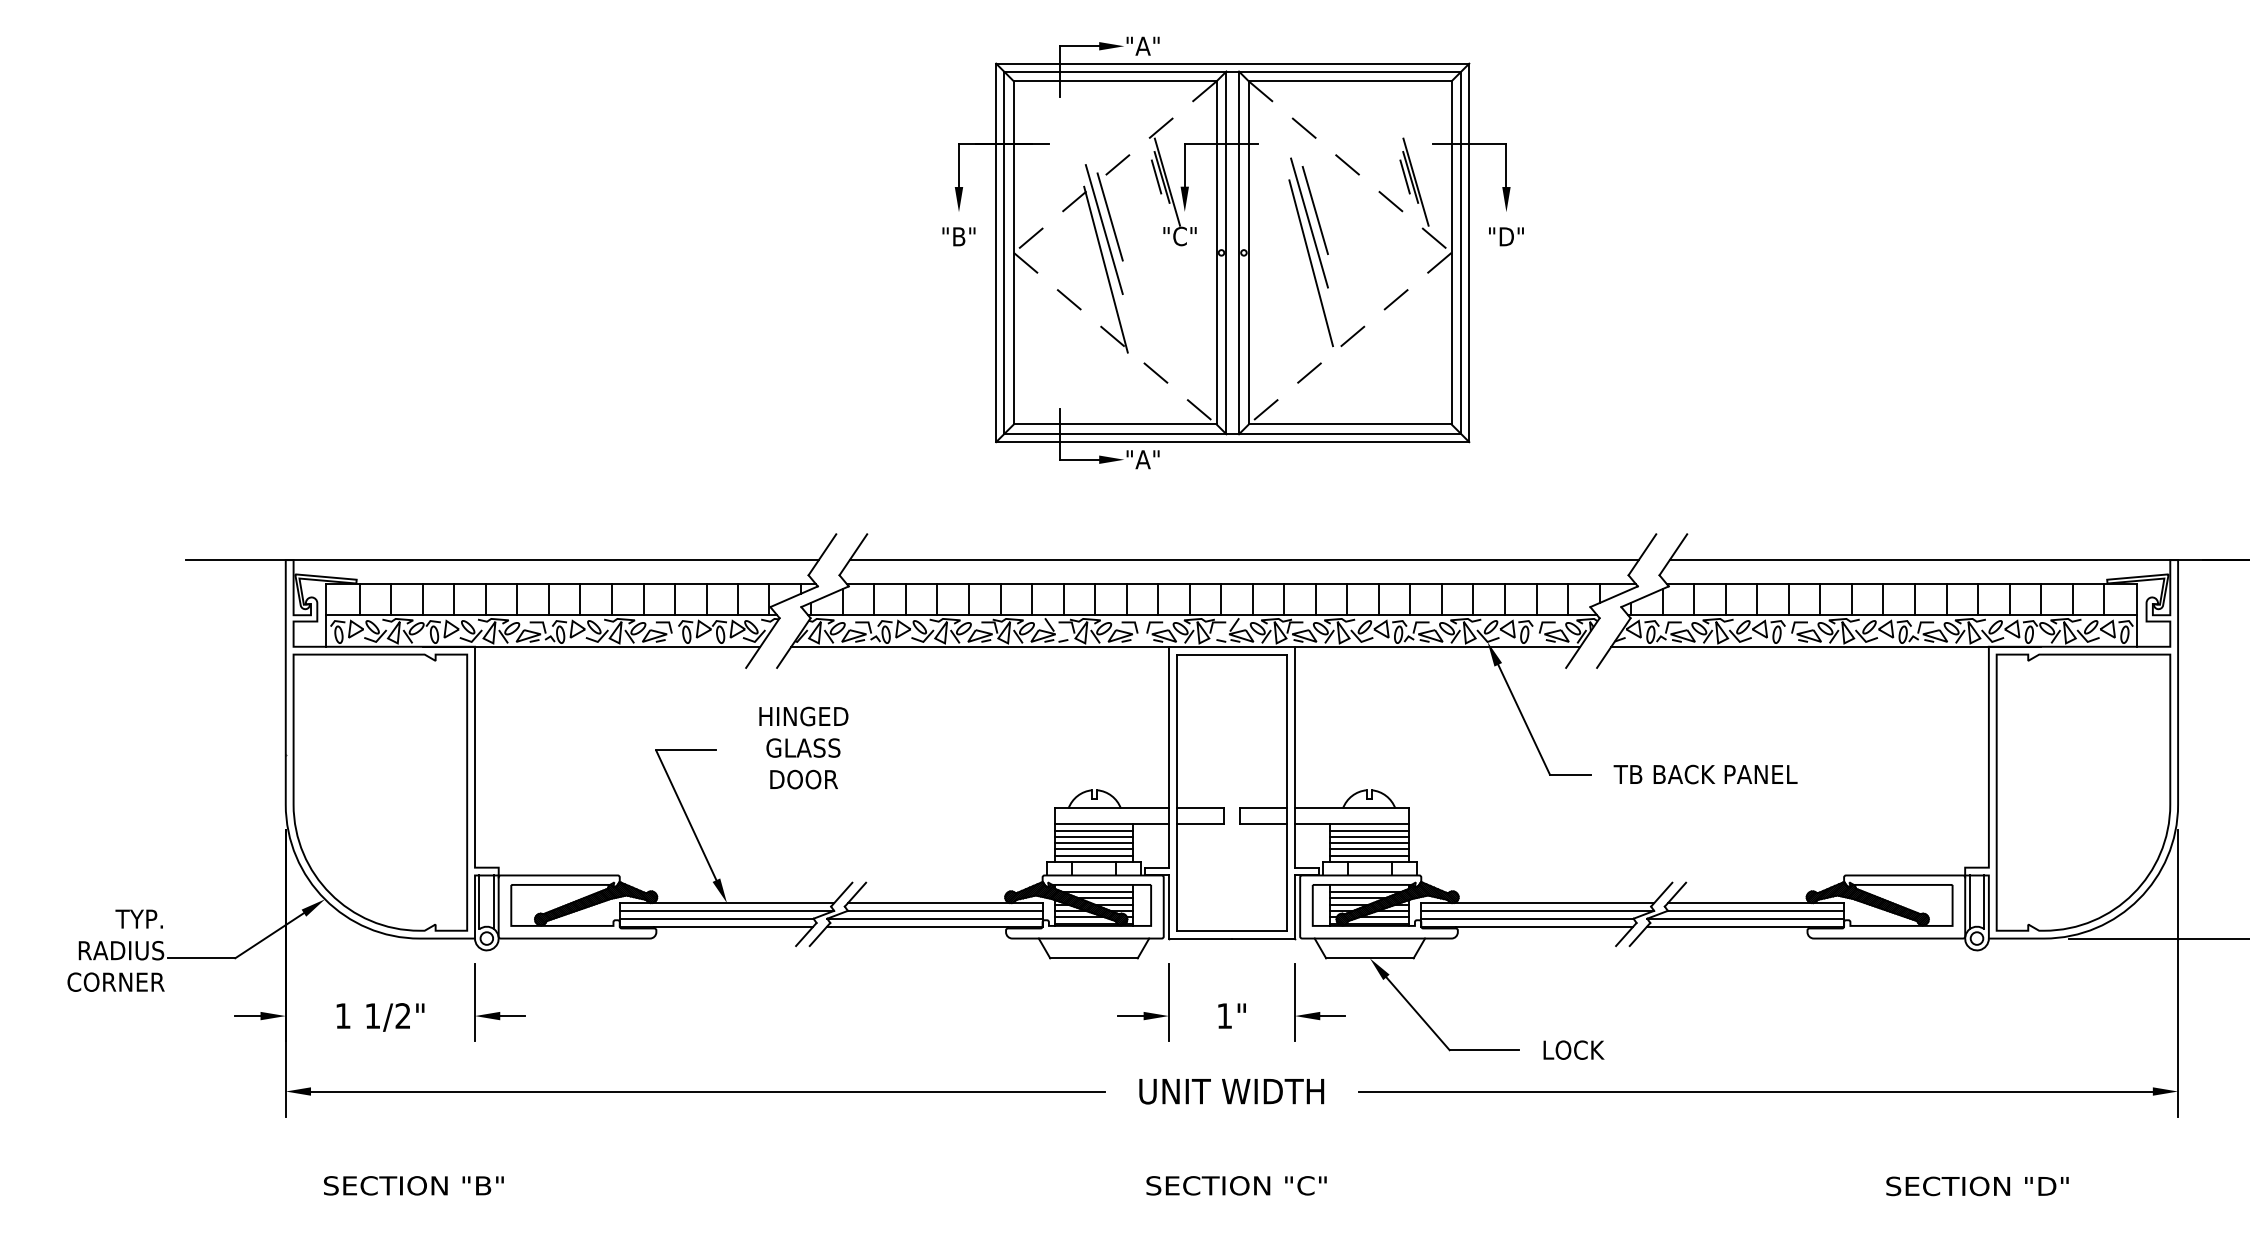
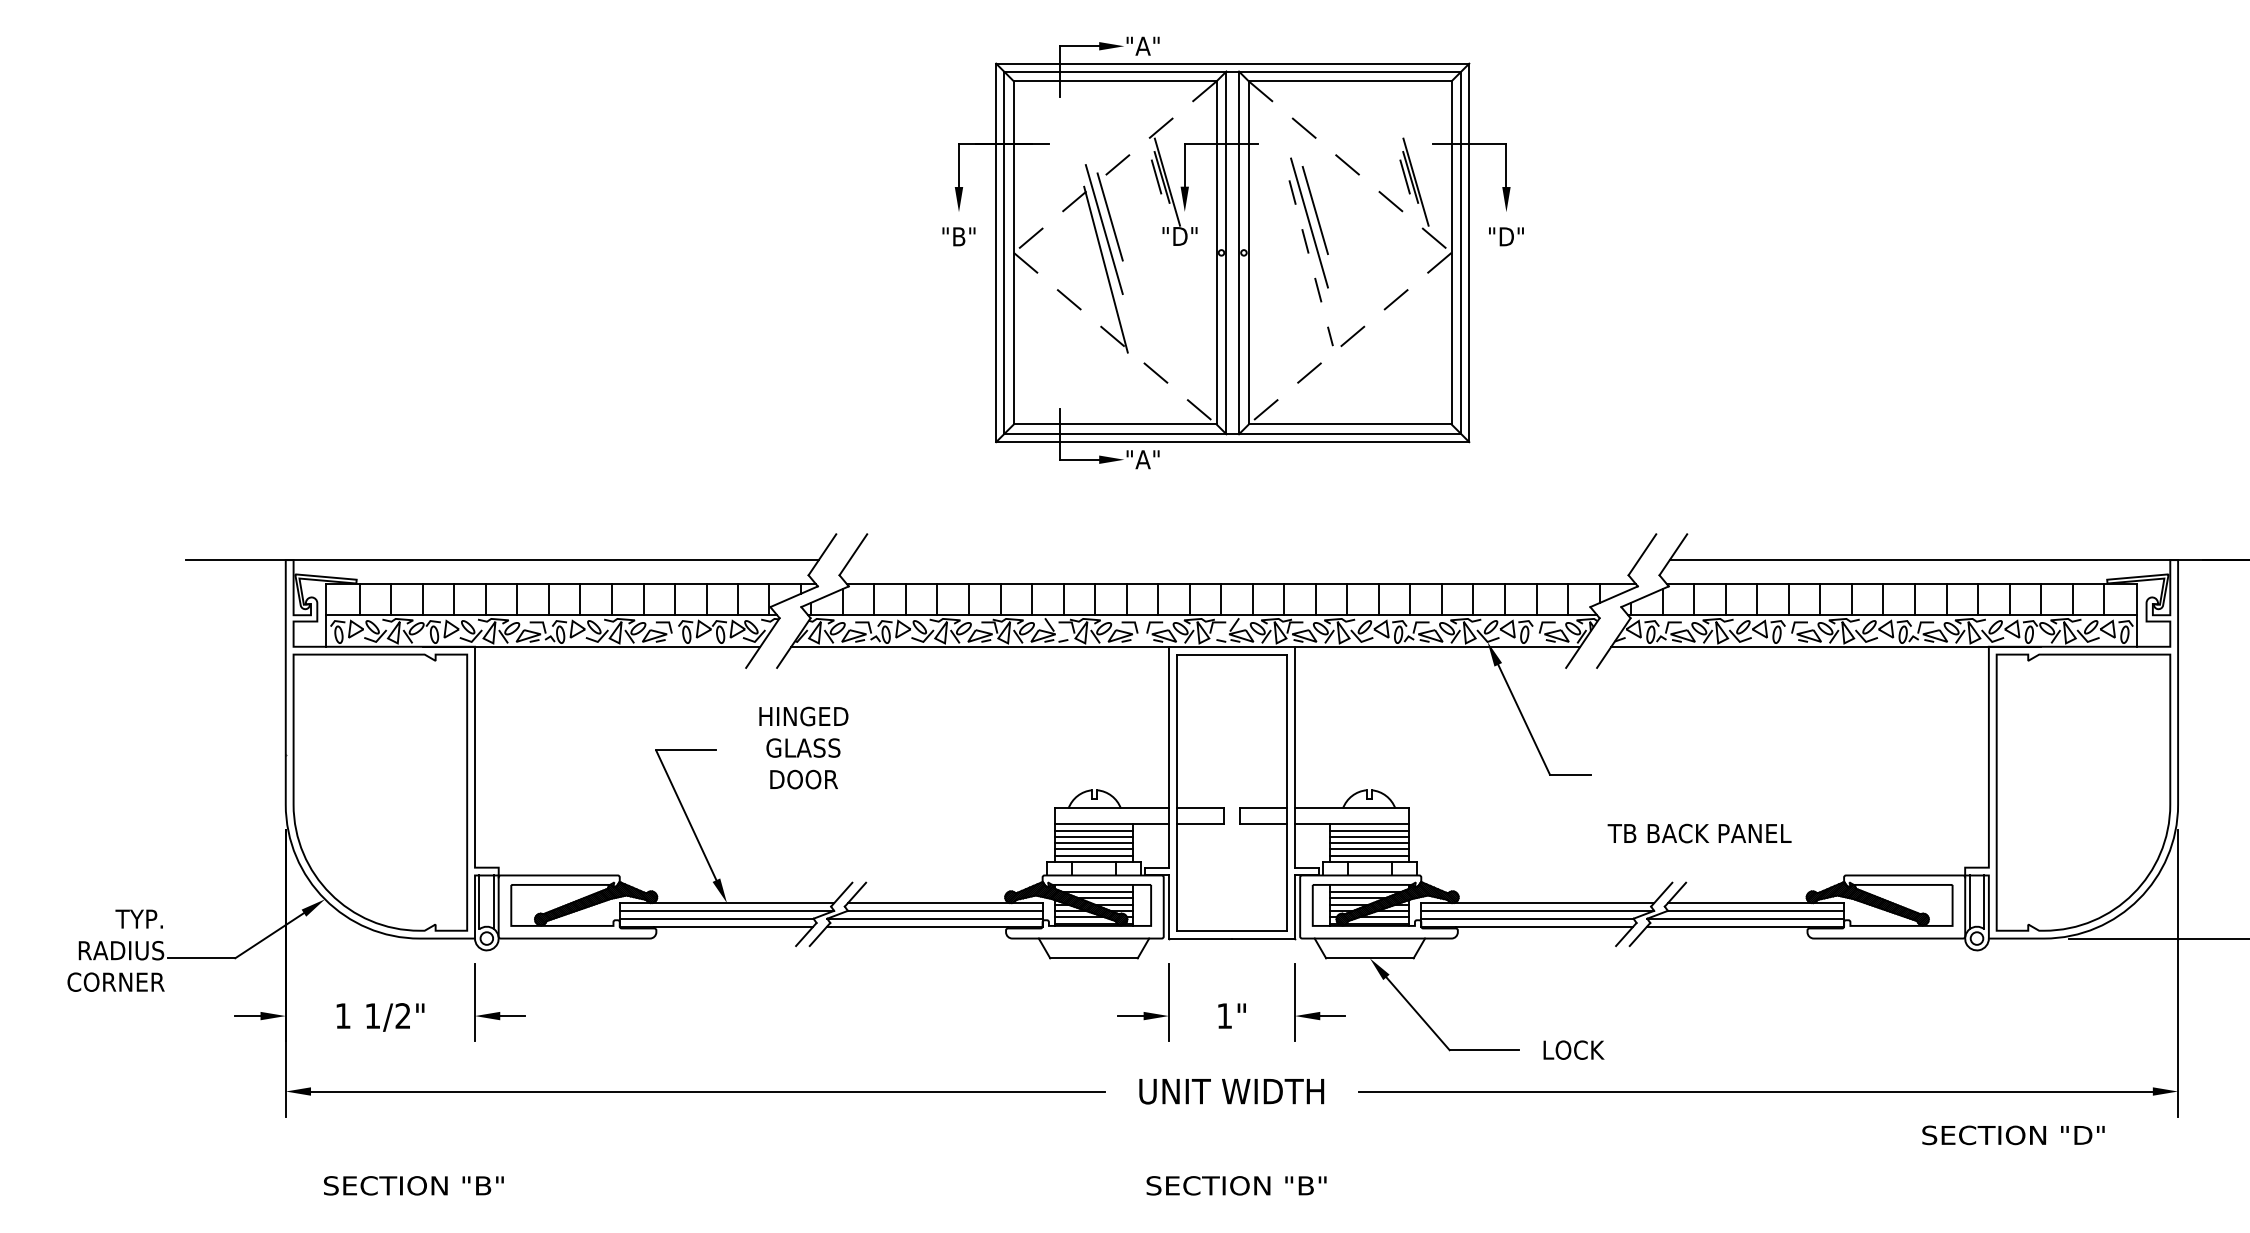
text at (1179, 236): "C" -> "D"
line at (1311, 263): solid -> dashed
line at (1243, 560): present -> none
text at (1705, 774) position: (1705, 774) -> (1699, 833)
text at (1236, 1185): SECTION "C" -> SECTION "B"
text at (1977, 1186) position: (1977, 1186) -> (2013, 1135)
